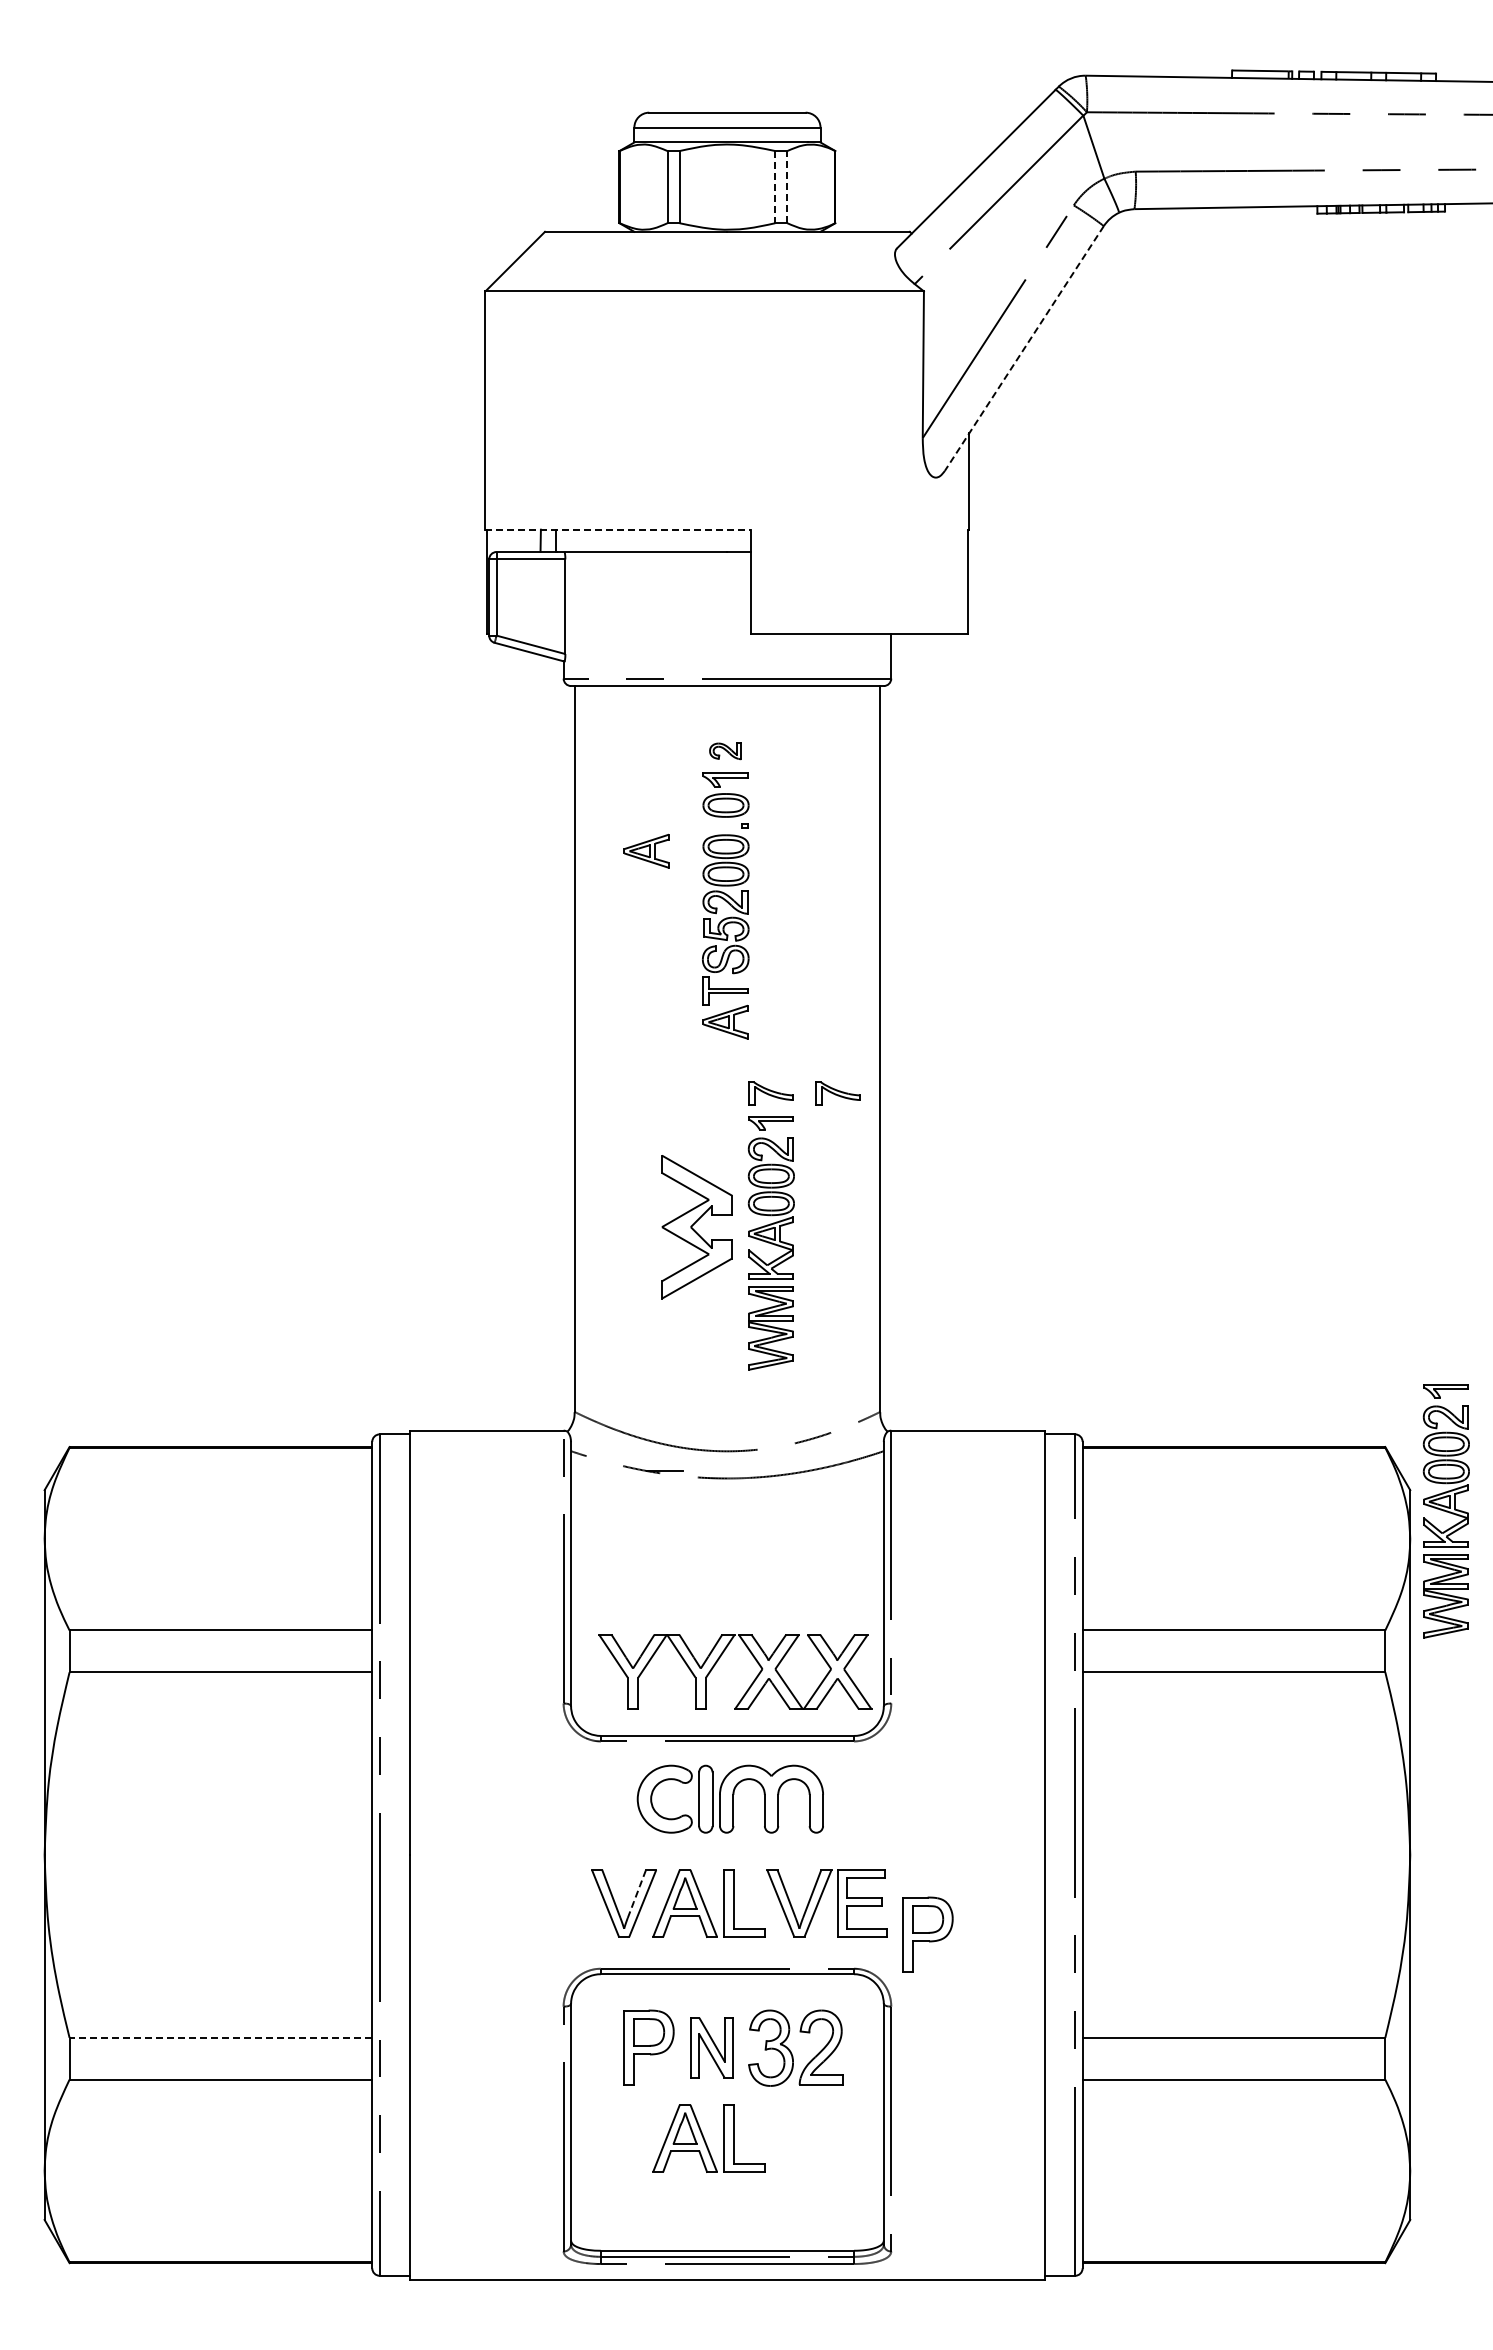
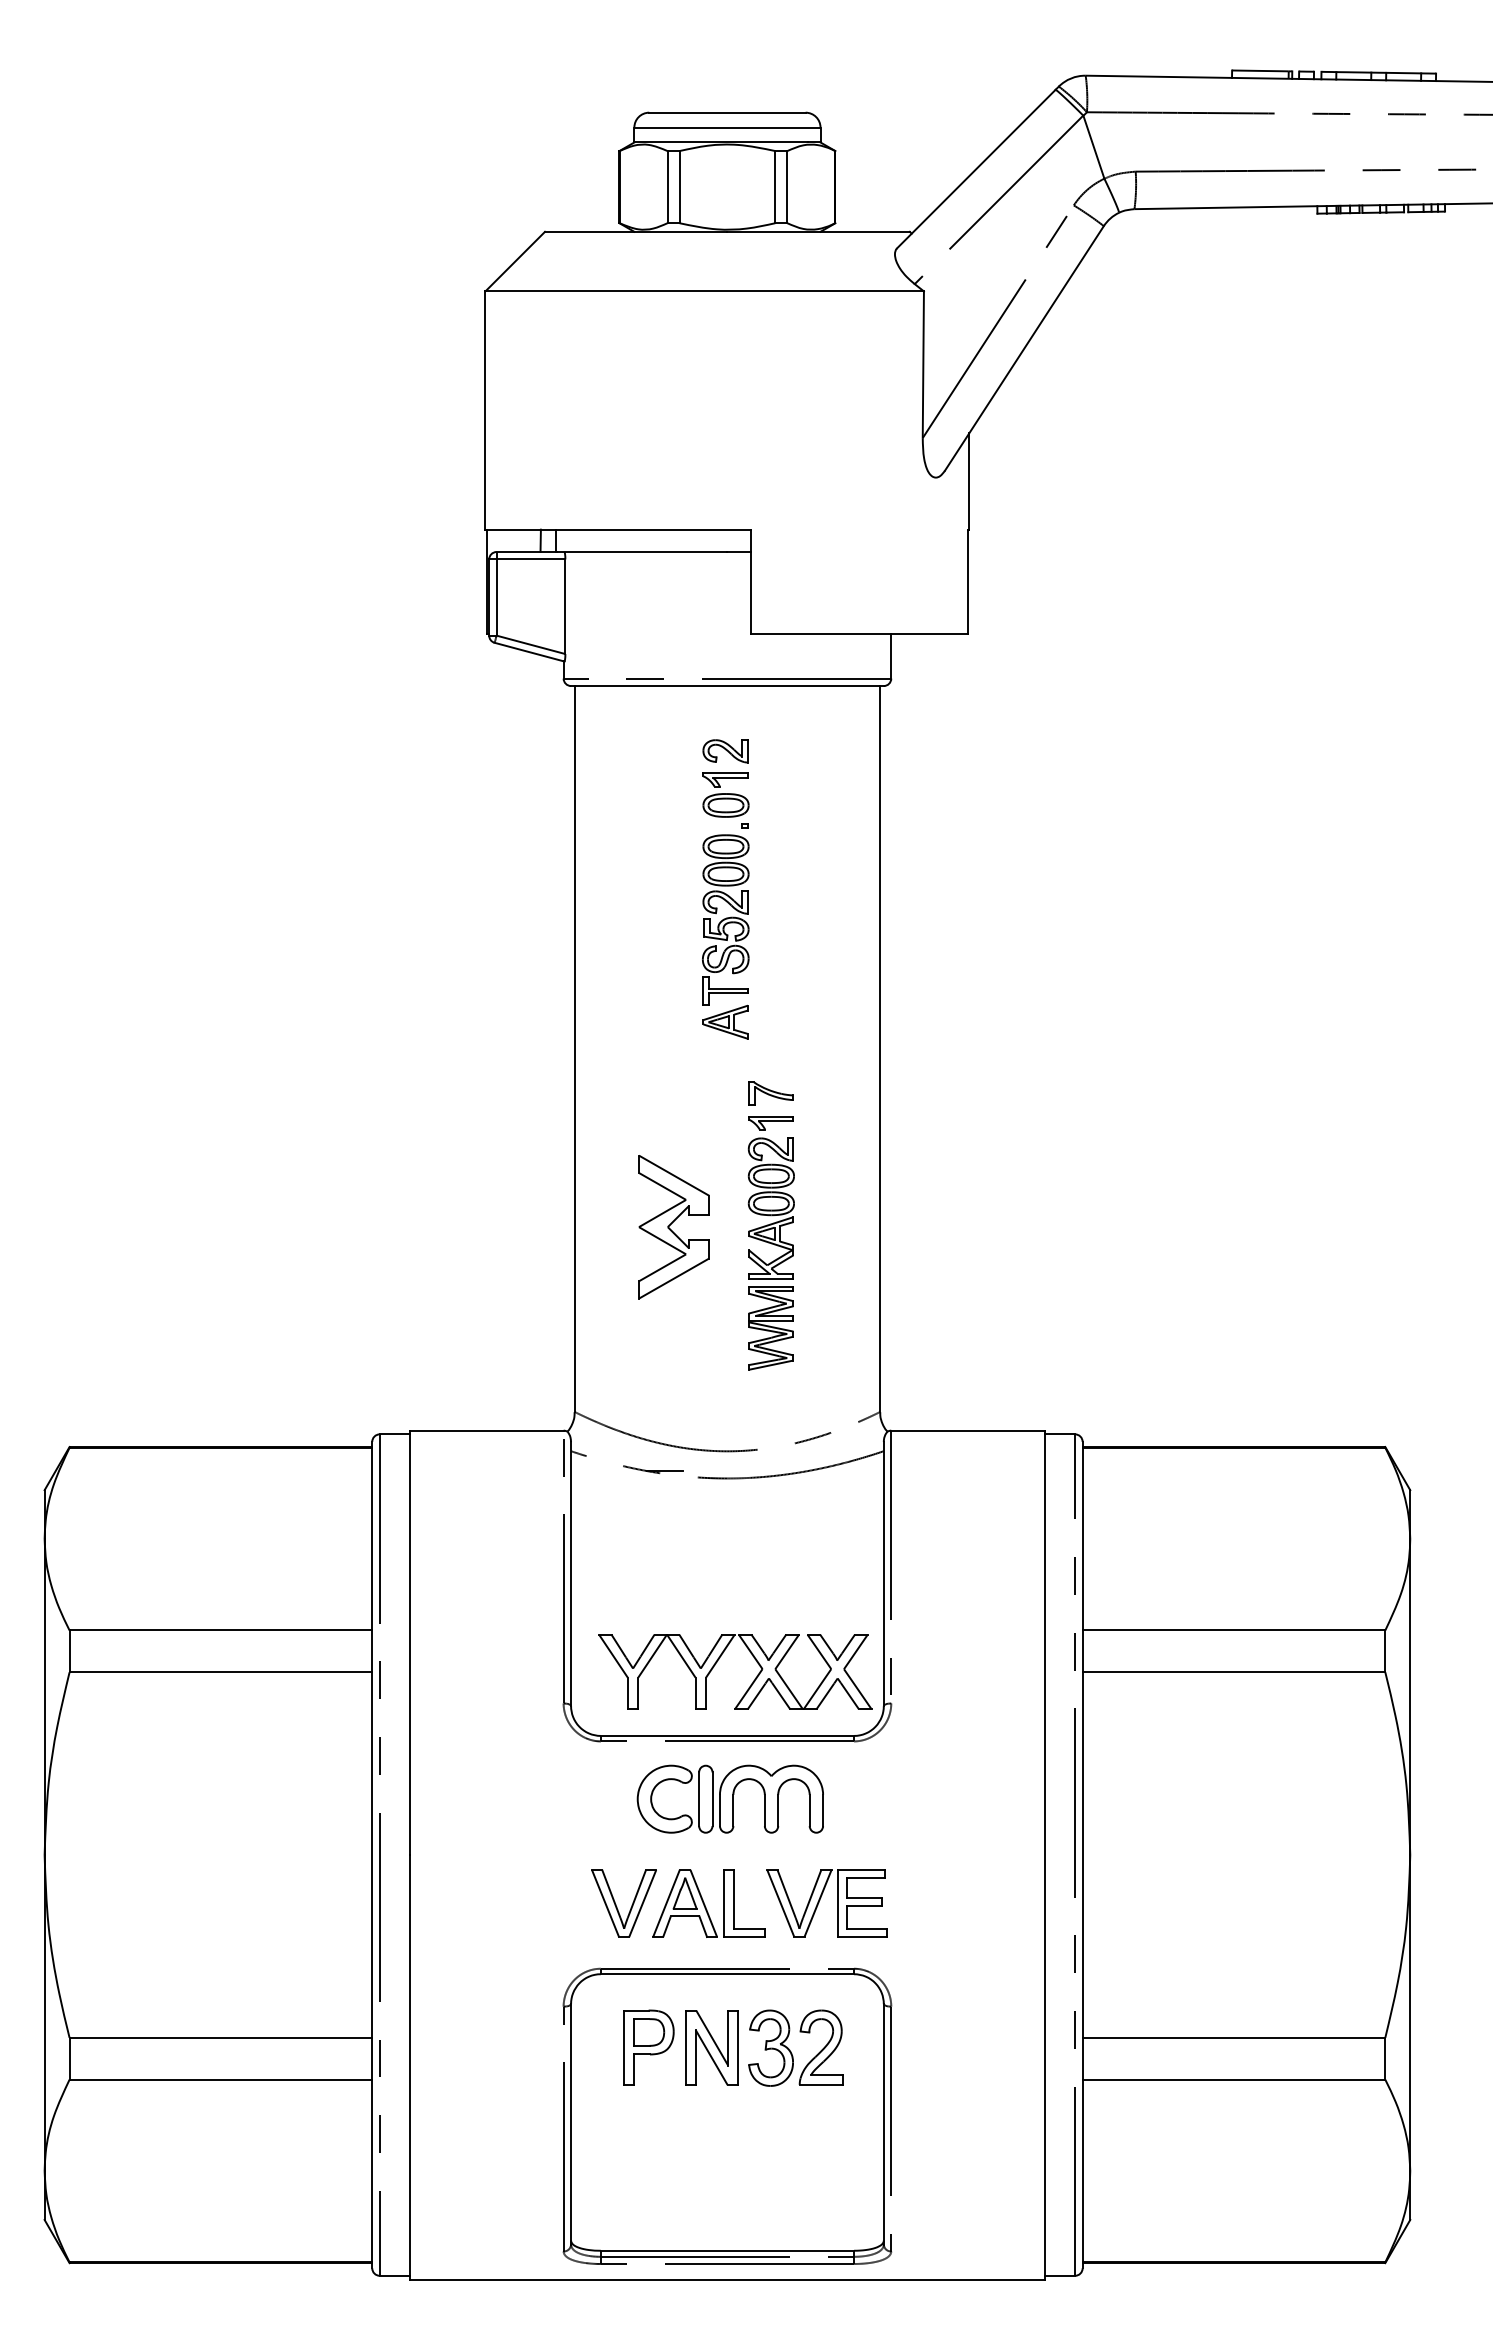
line at (787, 186): dashed -> solid
line at (775, 187): dashed -> solid
line at (1024, 348): dashed -> solid
line at (618, 529): dashed -> solid
part at (725, 751) size: 33x19 px -> 47x25 px
part at (646, 850): present -> none
part at (837, 1093): present -> none
part at (696, 1227) position: (696, 1227) -> (673, 1227)
part at (1445, 1511): present -> none
line at (636, 1894): dashed -> solid
part at (927, 1934): present -> none
line at (220, 2037): dashed -> solid
part at (711, 2047) size: 44x62 px -> 54x76 px
part at (708, 2138): present -> none
